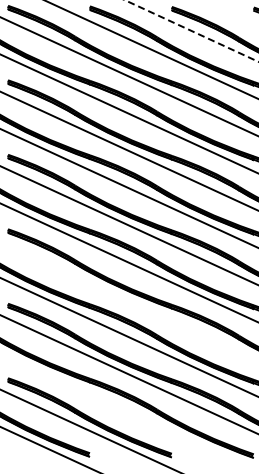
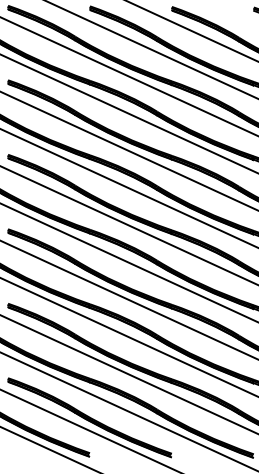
line at (191, 30): dashed -> solid
line at (128, 299): none -> present
line at (128, 411): none -> present
